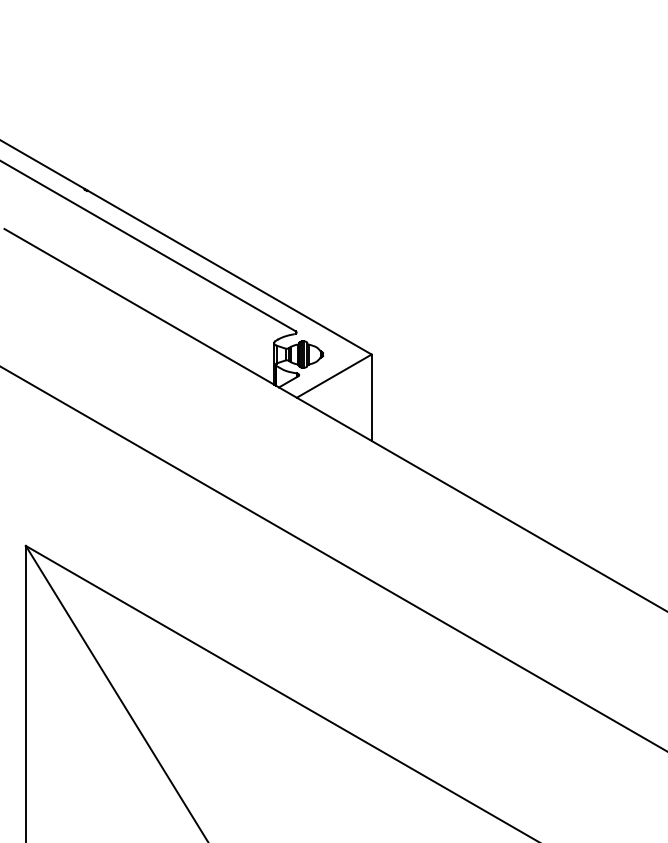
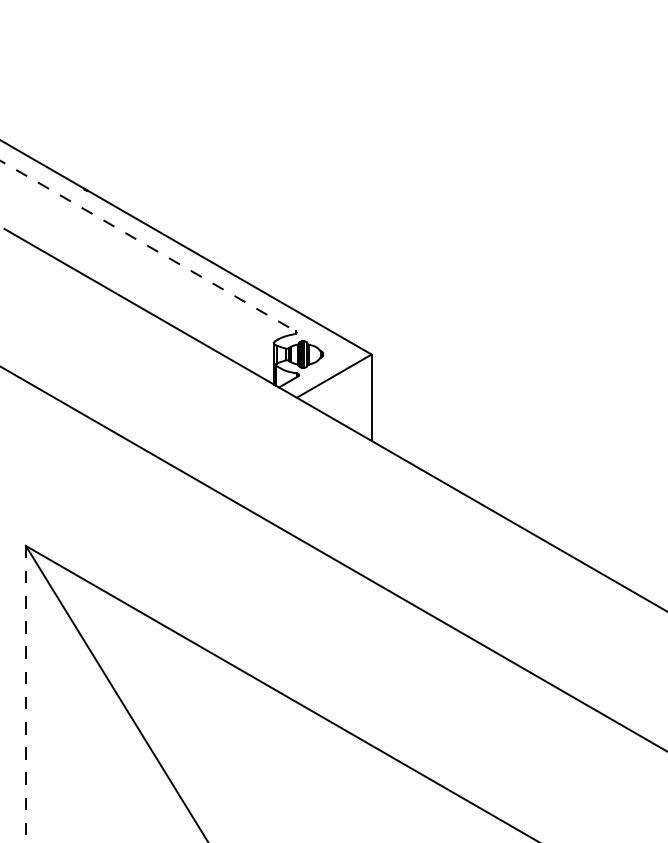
line at (148, 246): solid -> dashed
line at (25, 693): solid -> dashed
